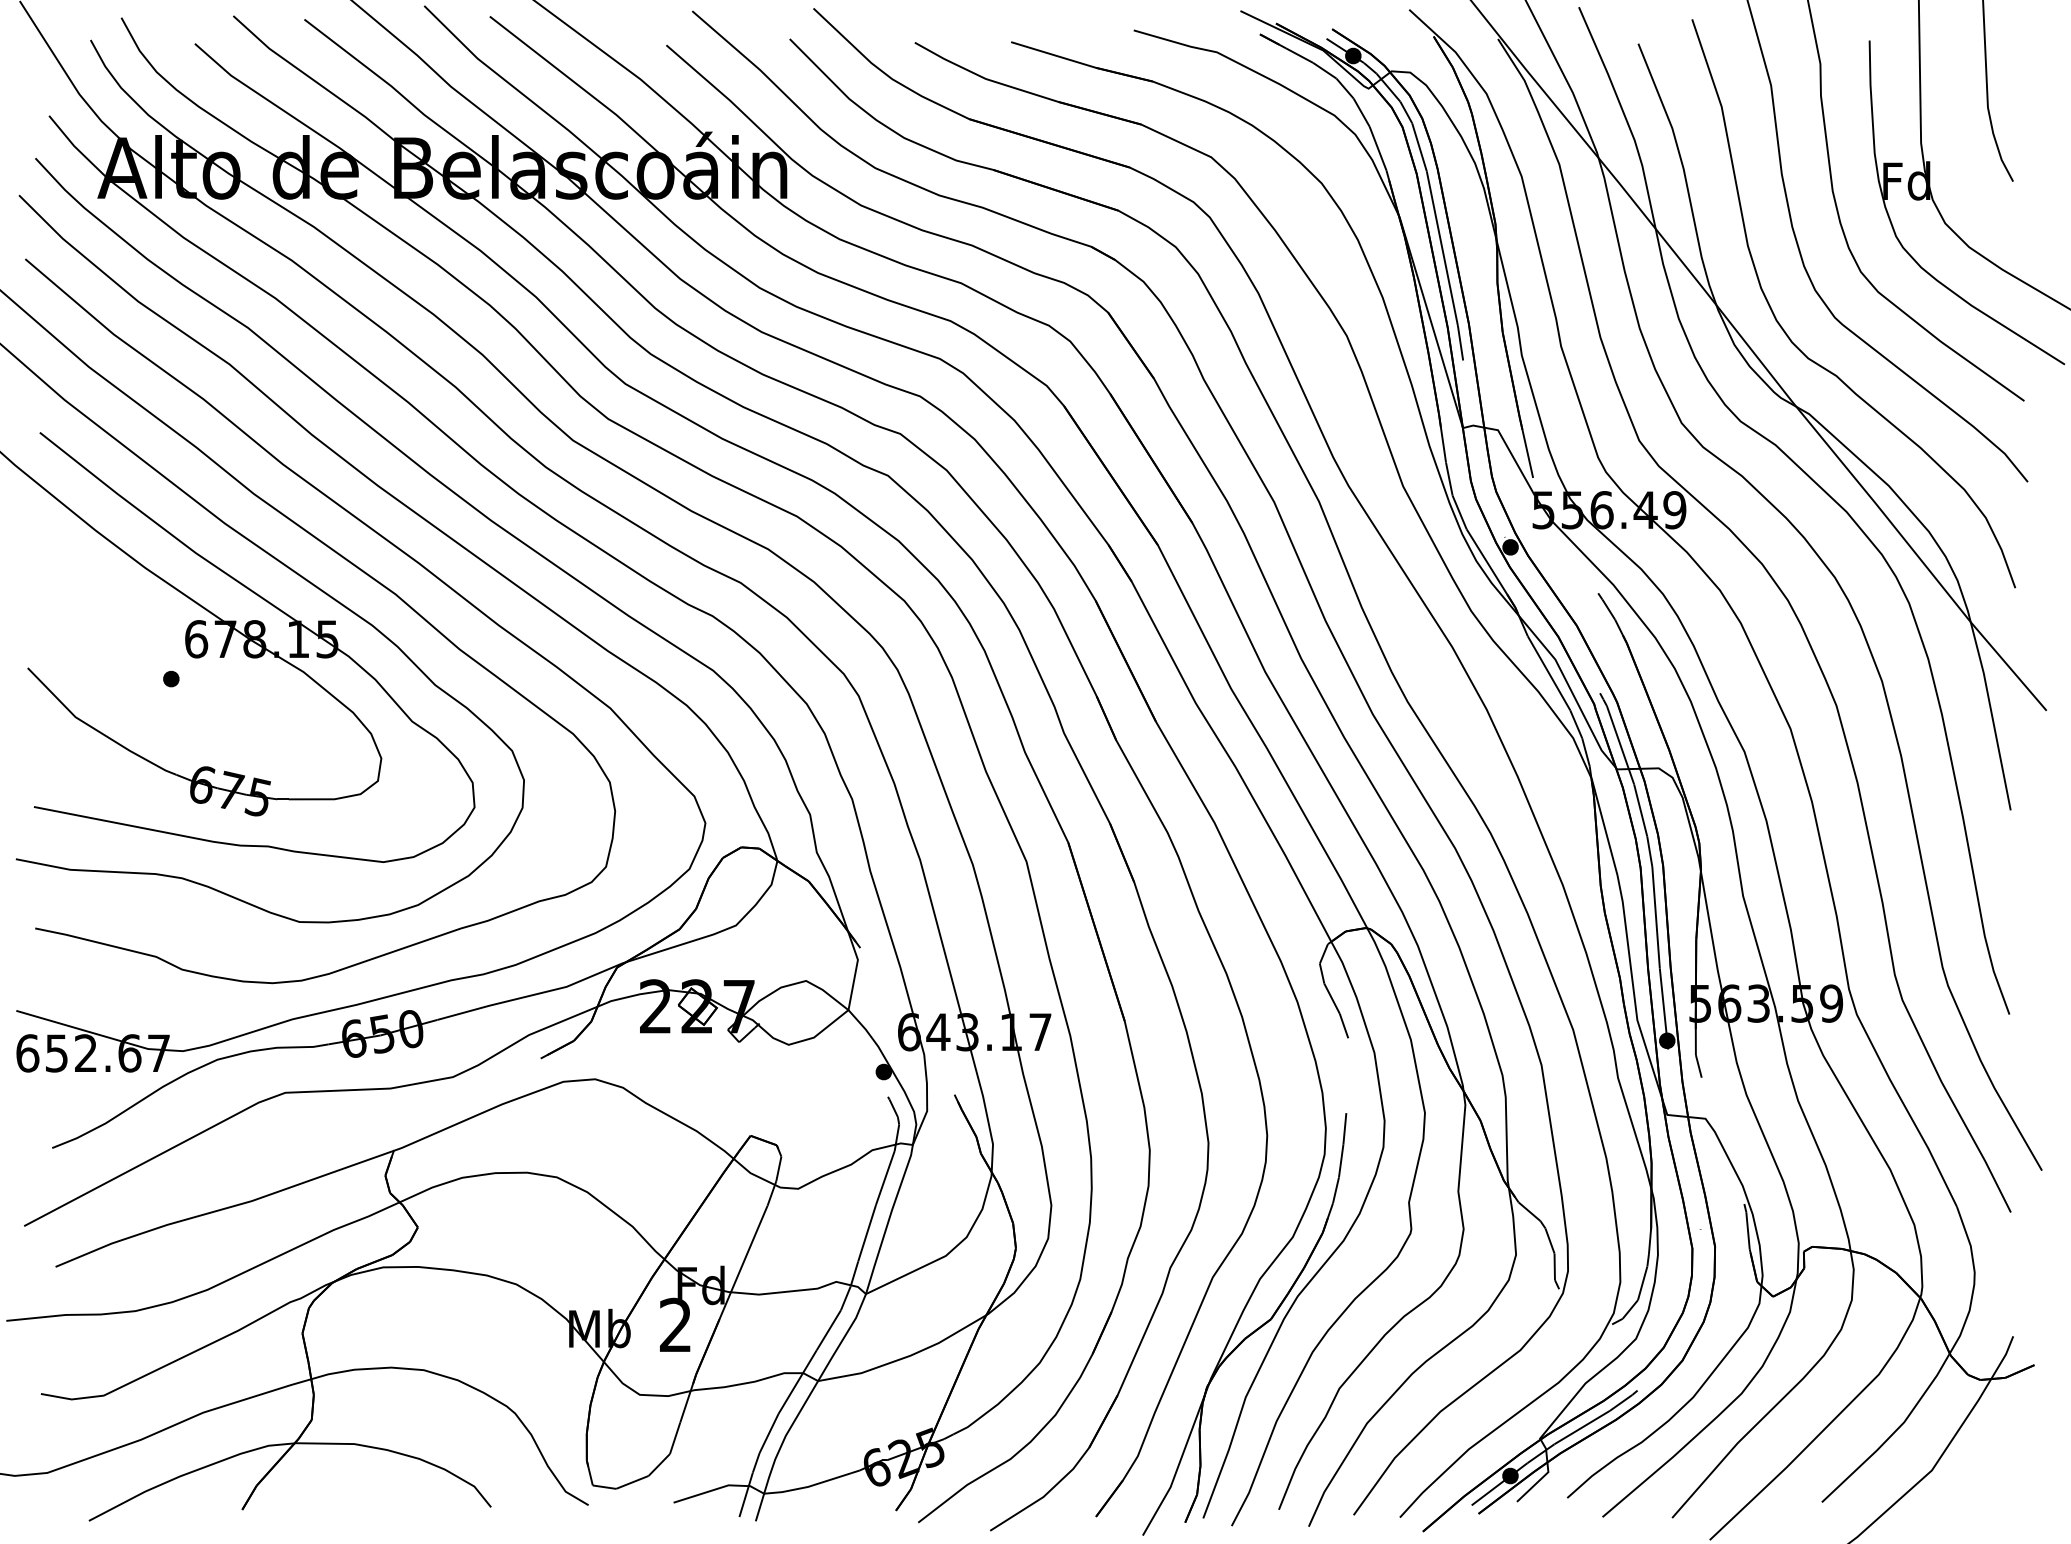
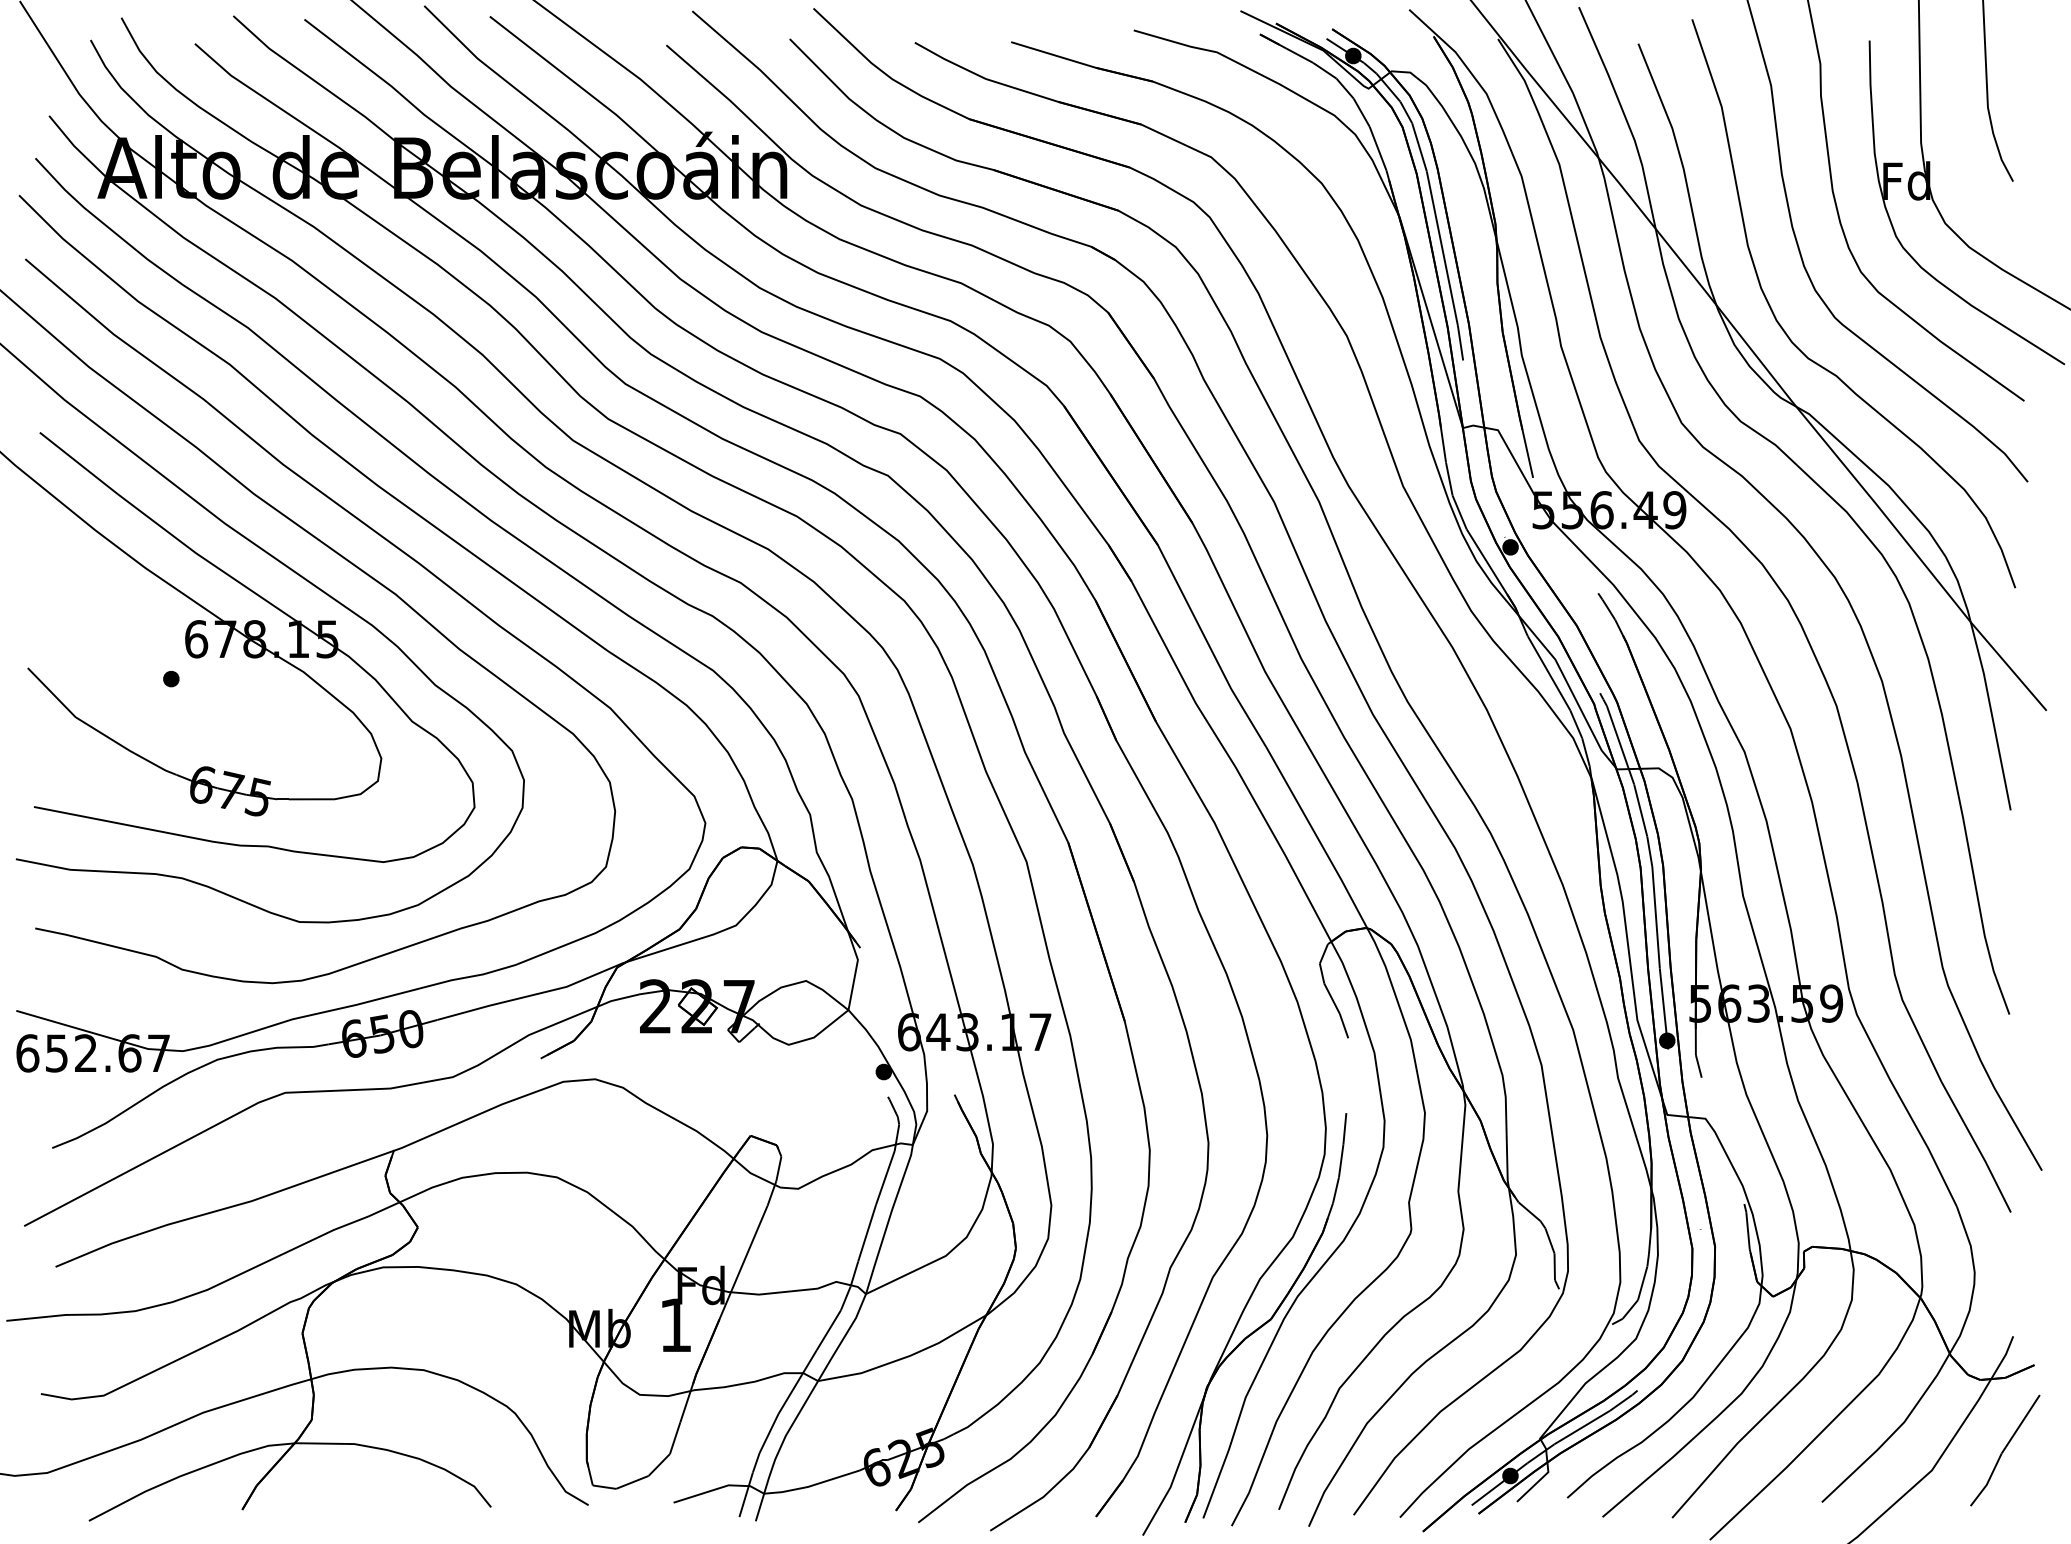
text at (675, 1324): 2 -> 1
part at (2005, 1450): none -> present
